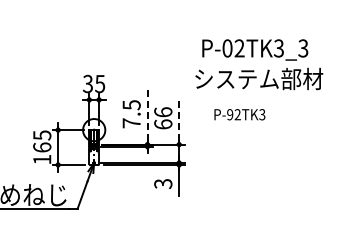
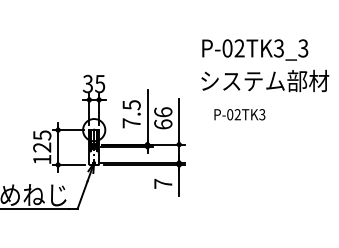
text at (259, 78) position: (259, 78) -> (265, 80)
text at (230, 114): P-92TK3 -> P-02TK3
line at (147, 115): dashed -> solid
line at (179, 119): dashed -> solid
text at (42, 147): 165 -> 125
text at (163, 183): 3 -> 7
